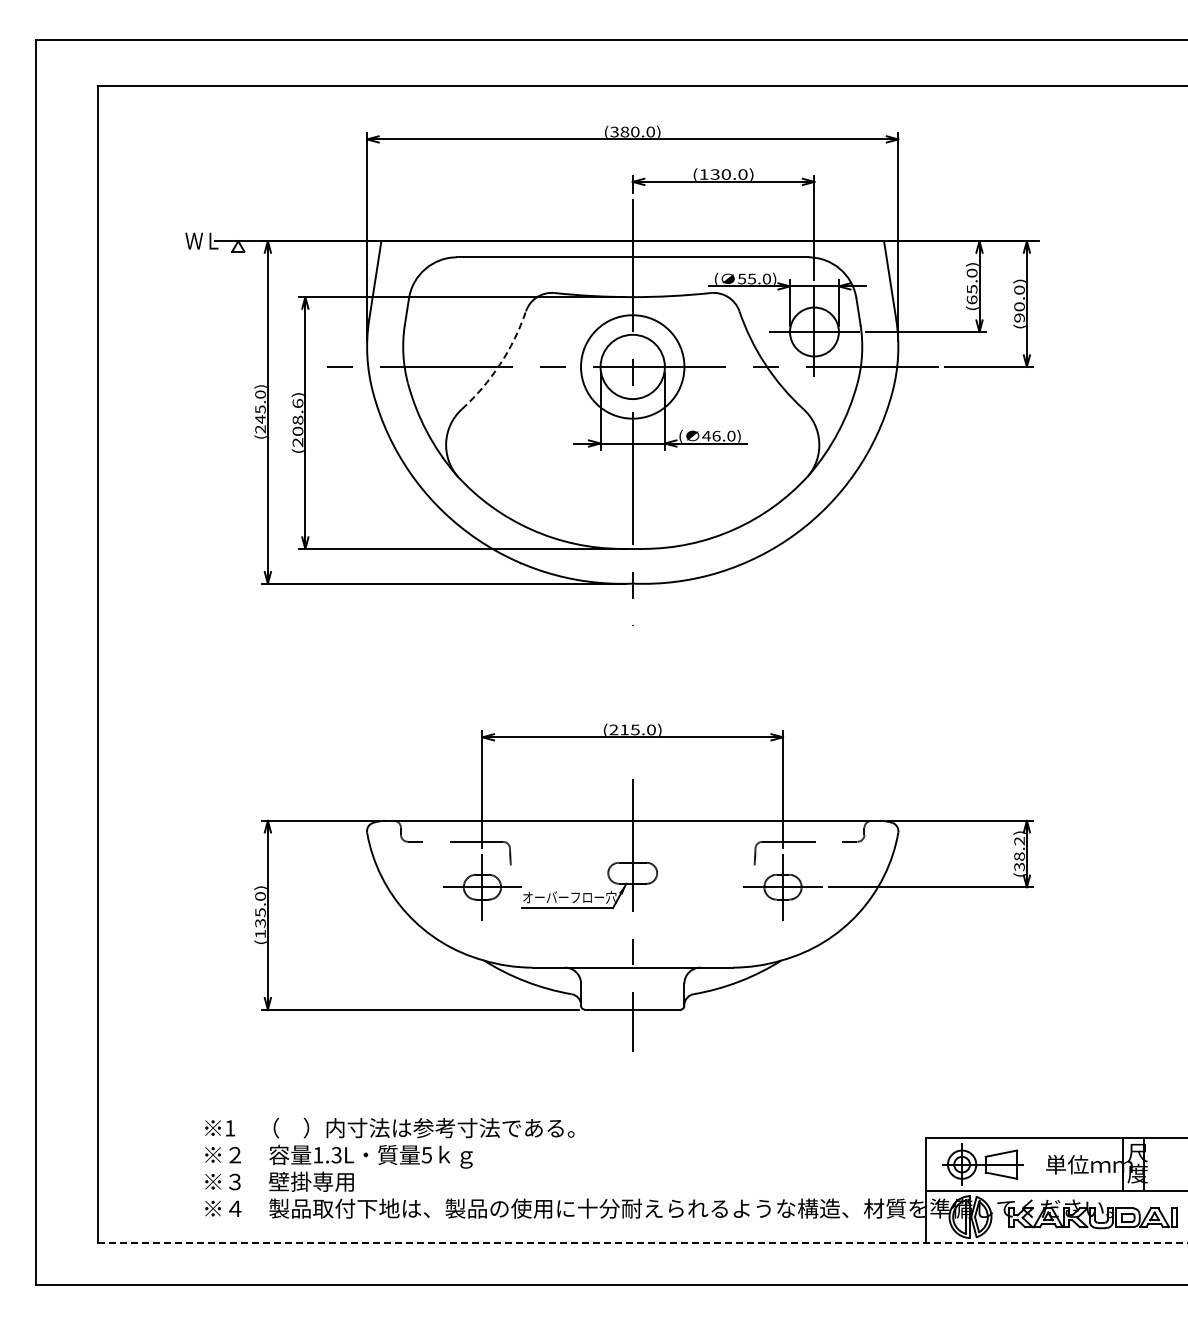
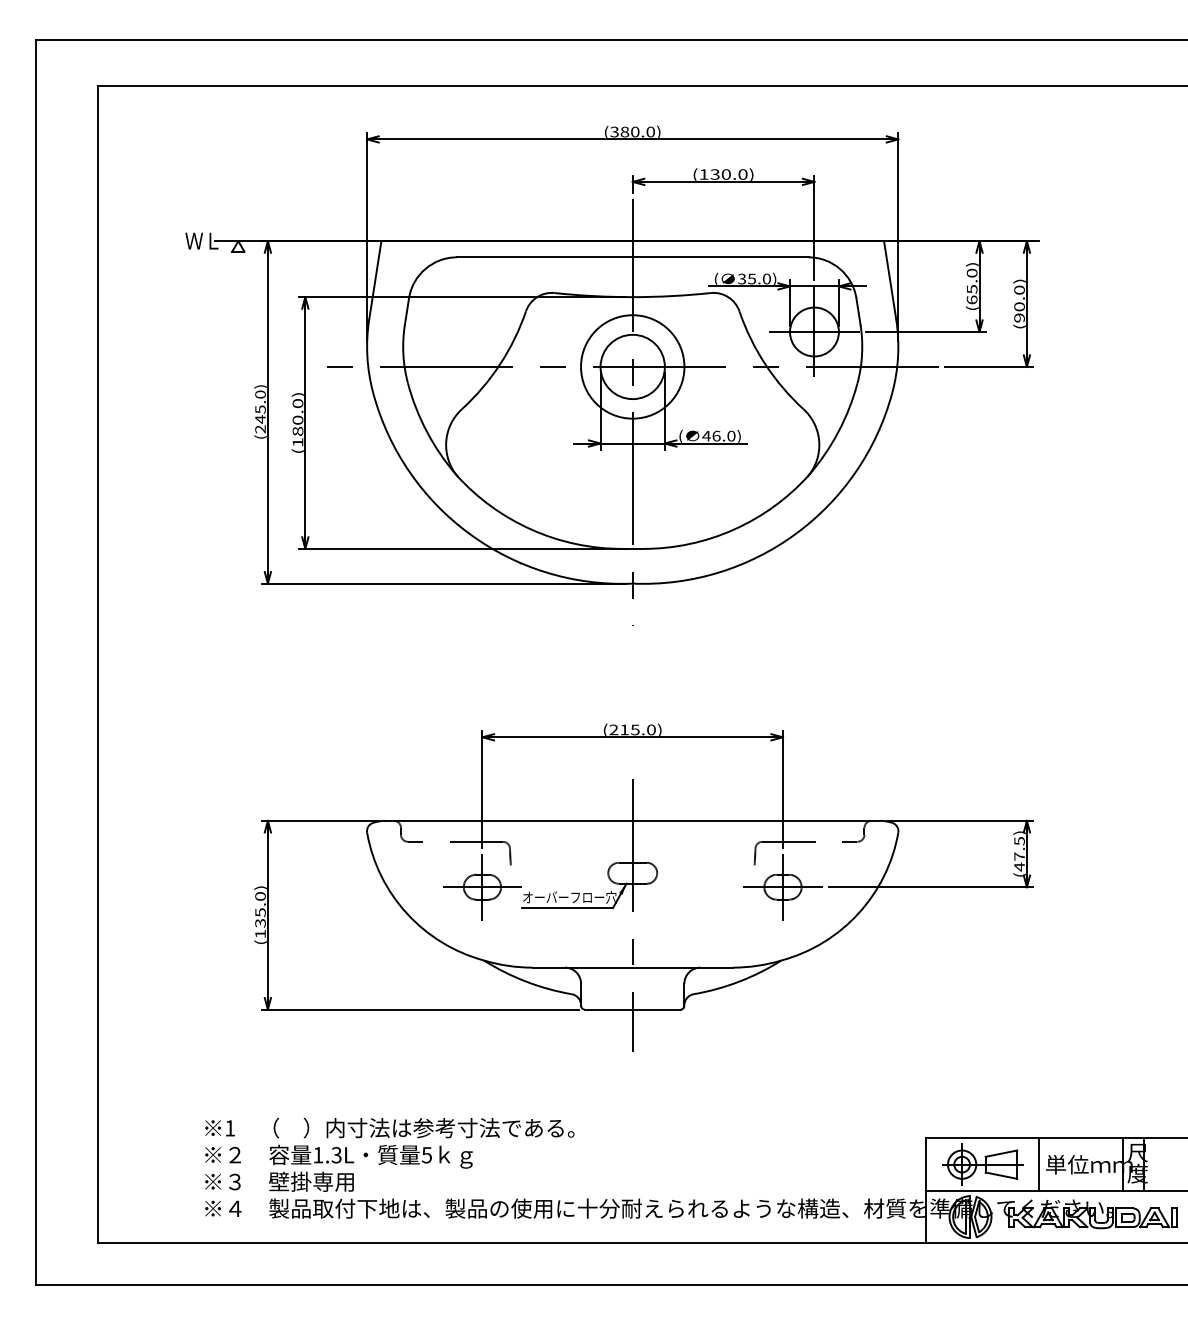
text at (742, 278): 55.0) -> 35.0)
arc at (500, 364): dashed -> solid
text at (297, 422): (208.6) -> (180.0)
text at (1019, 854): (38.2) -> (47.5)
line at (1039, 1164): none -> present
line at (643, 1243): dashed -> solid
